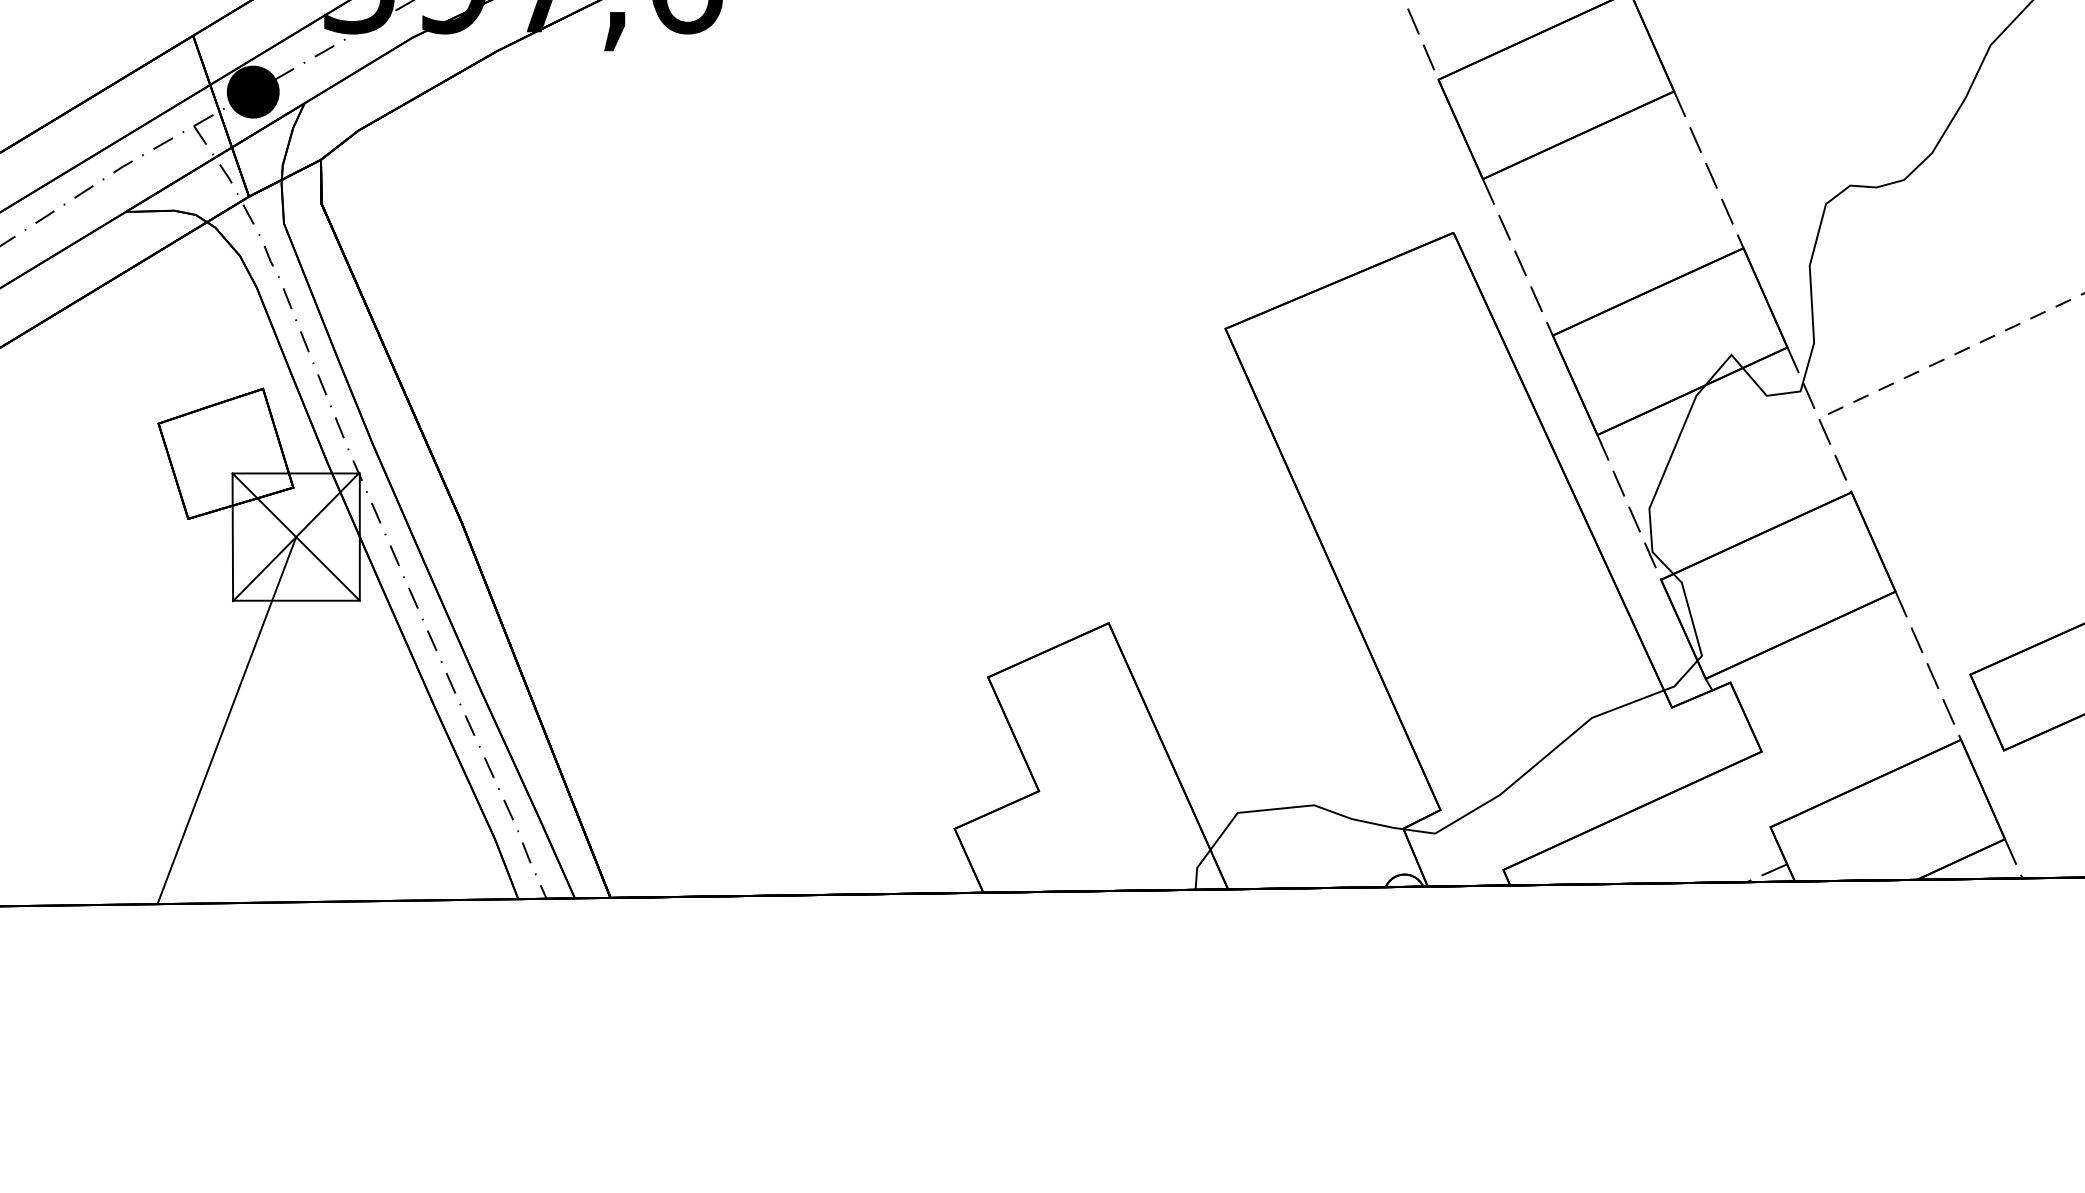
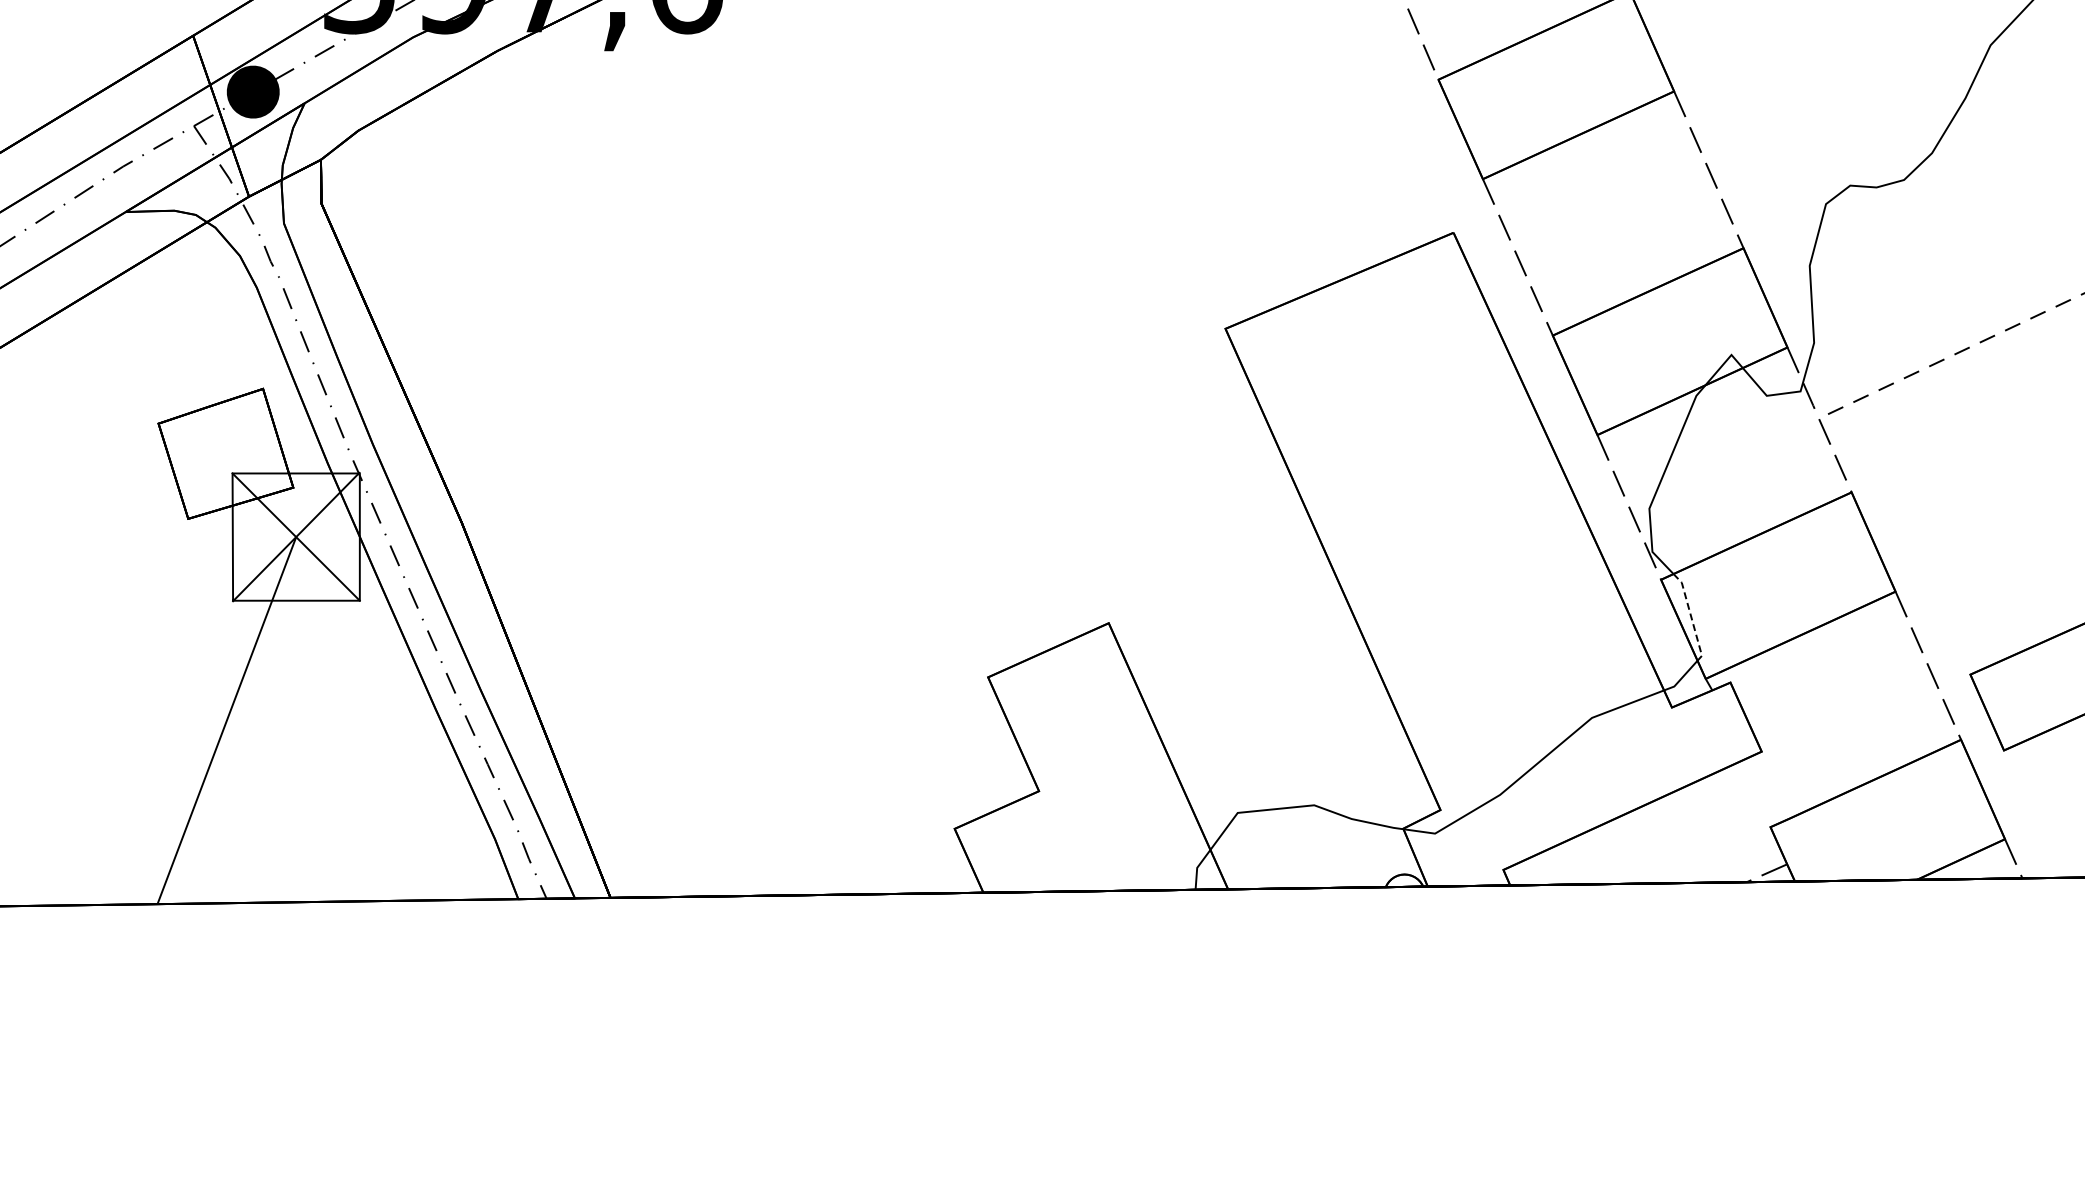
line at (1691, 617): solid -> dashed
